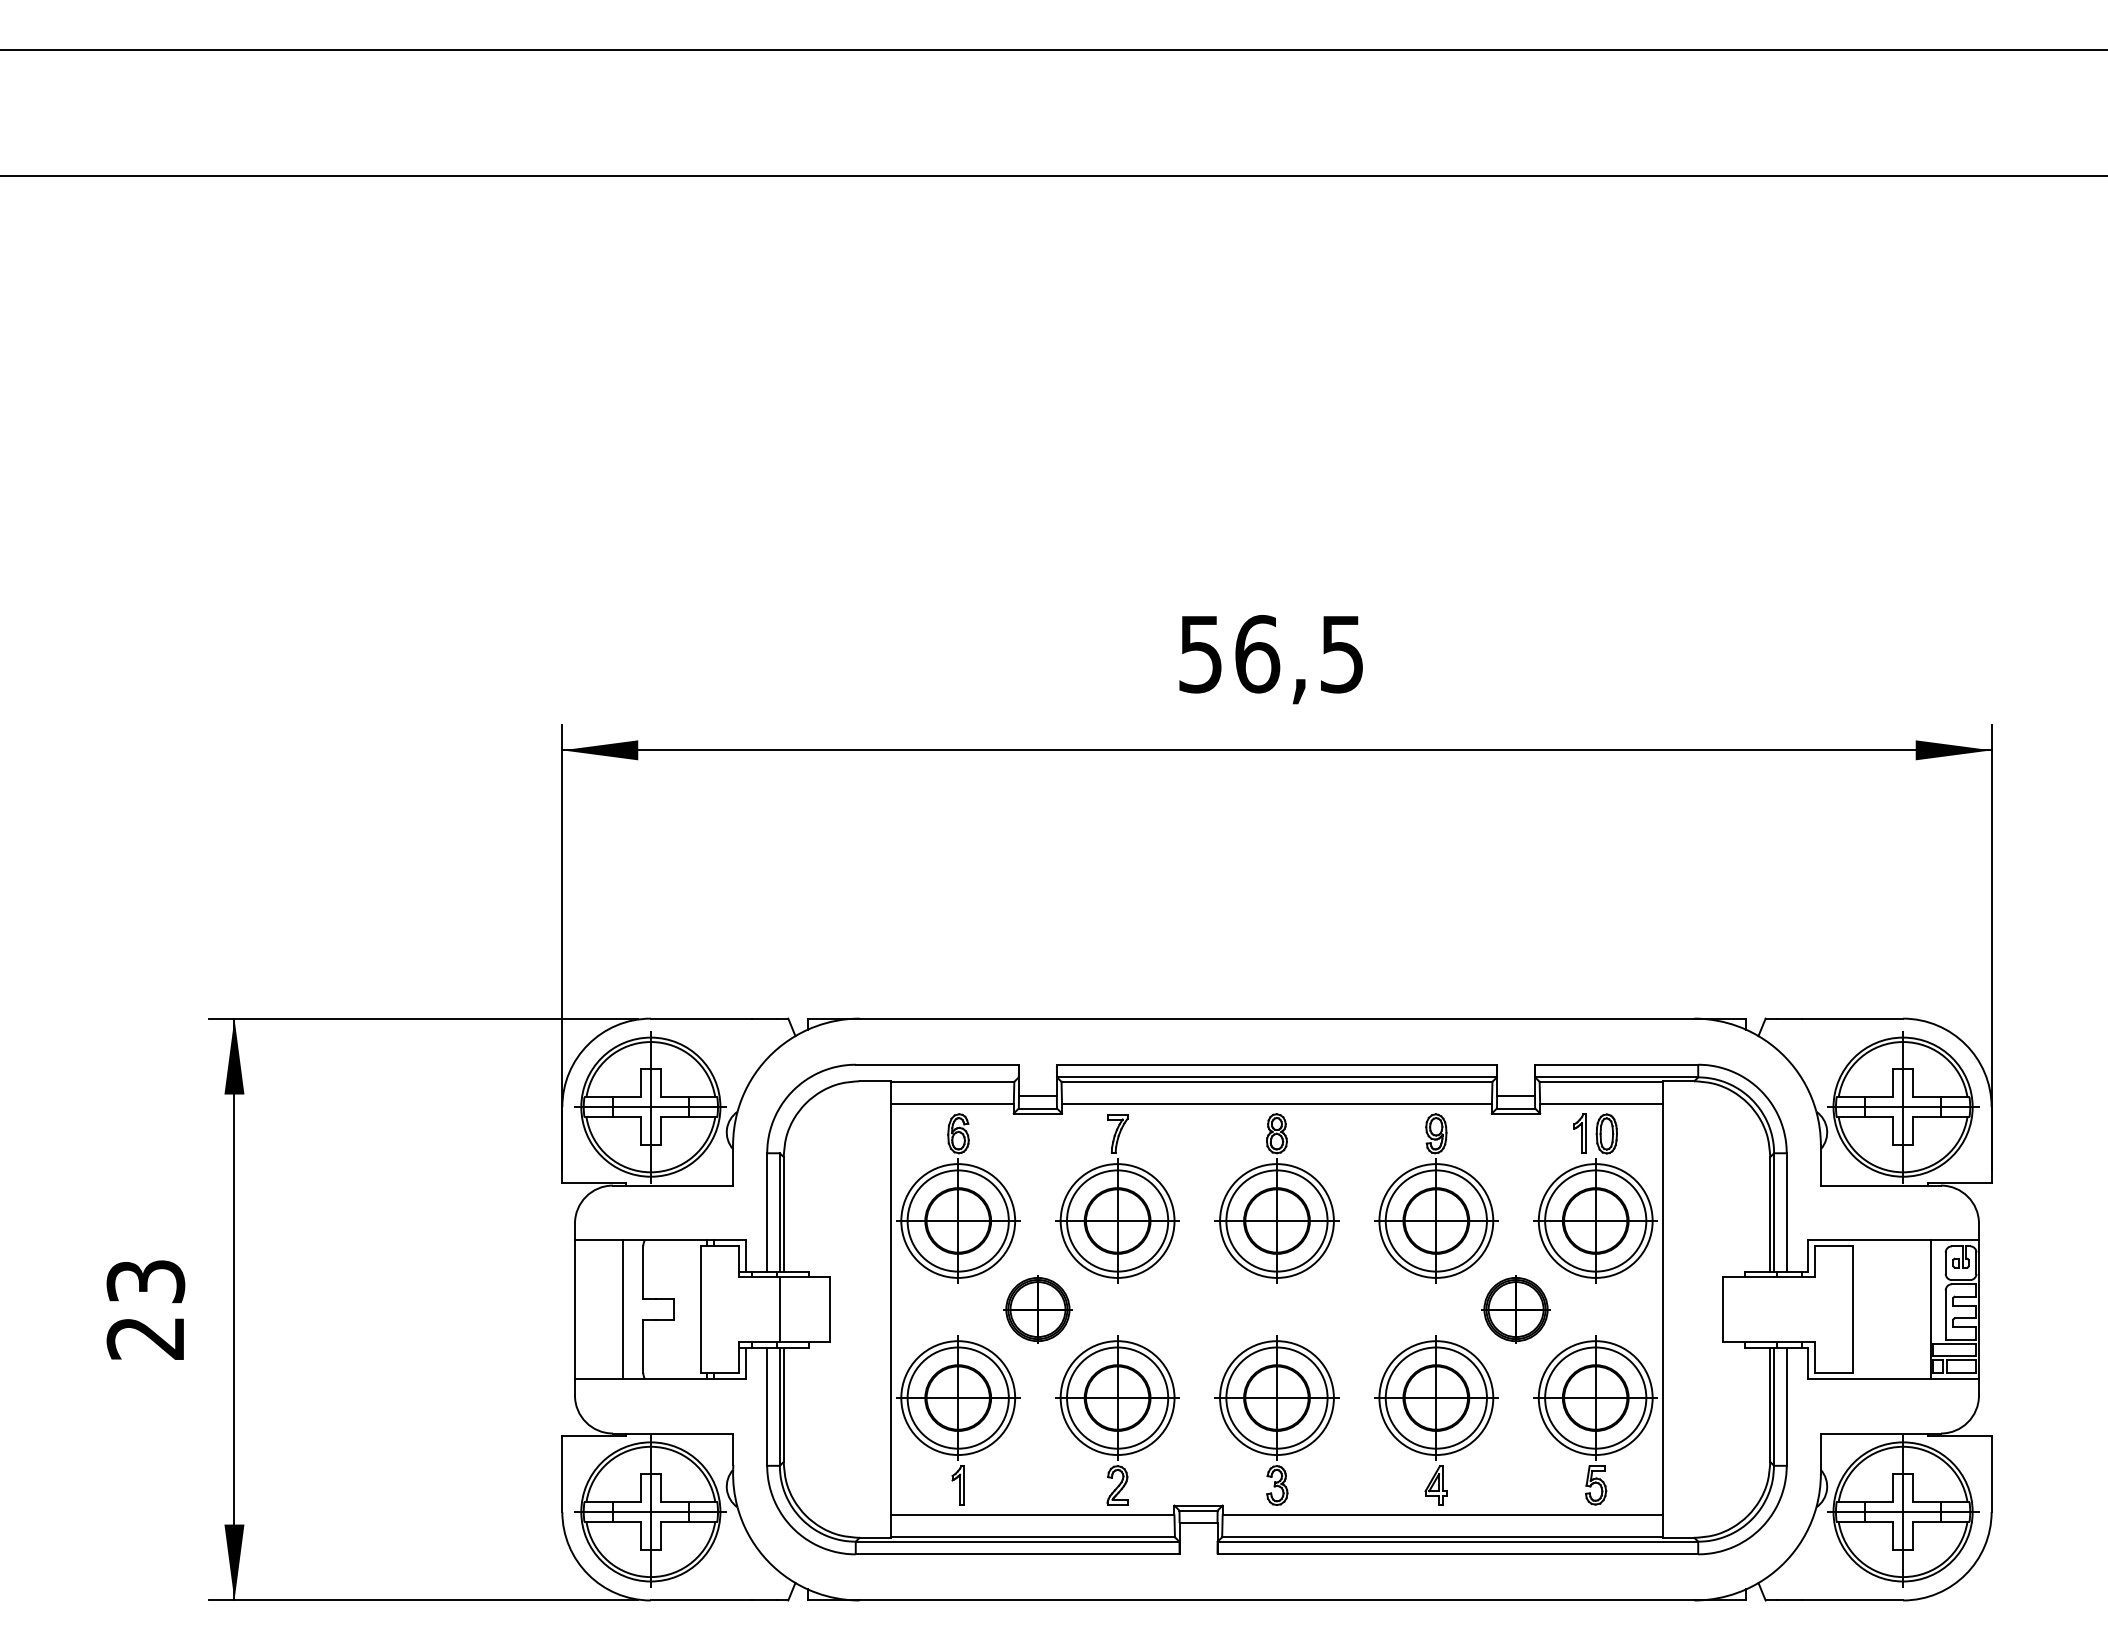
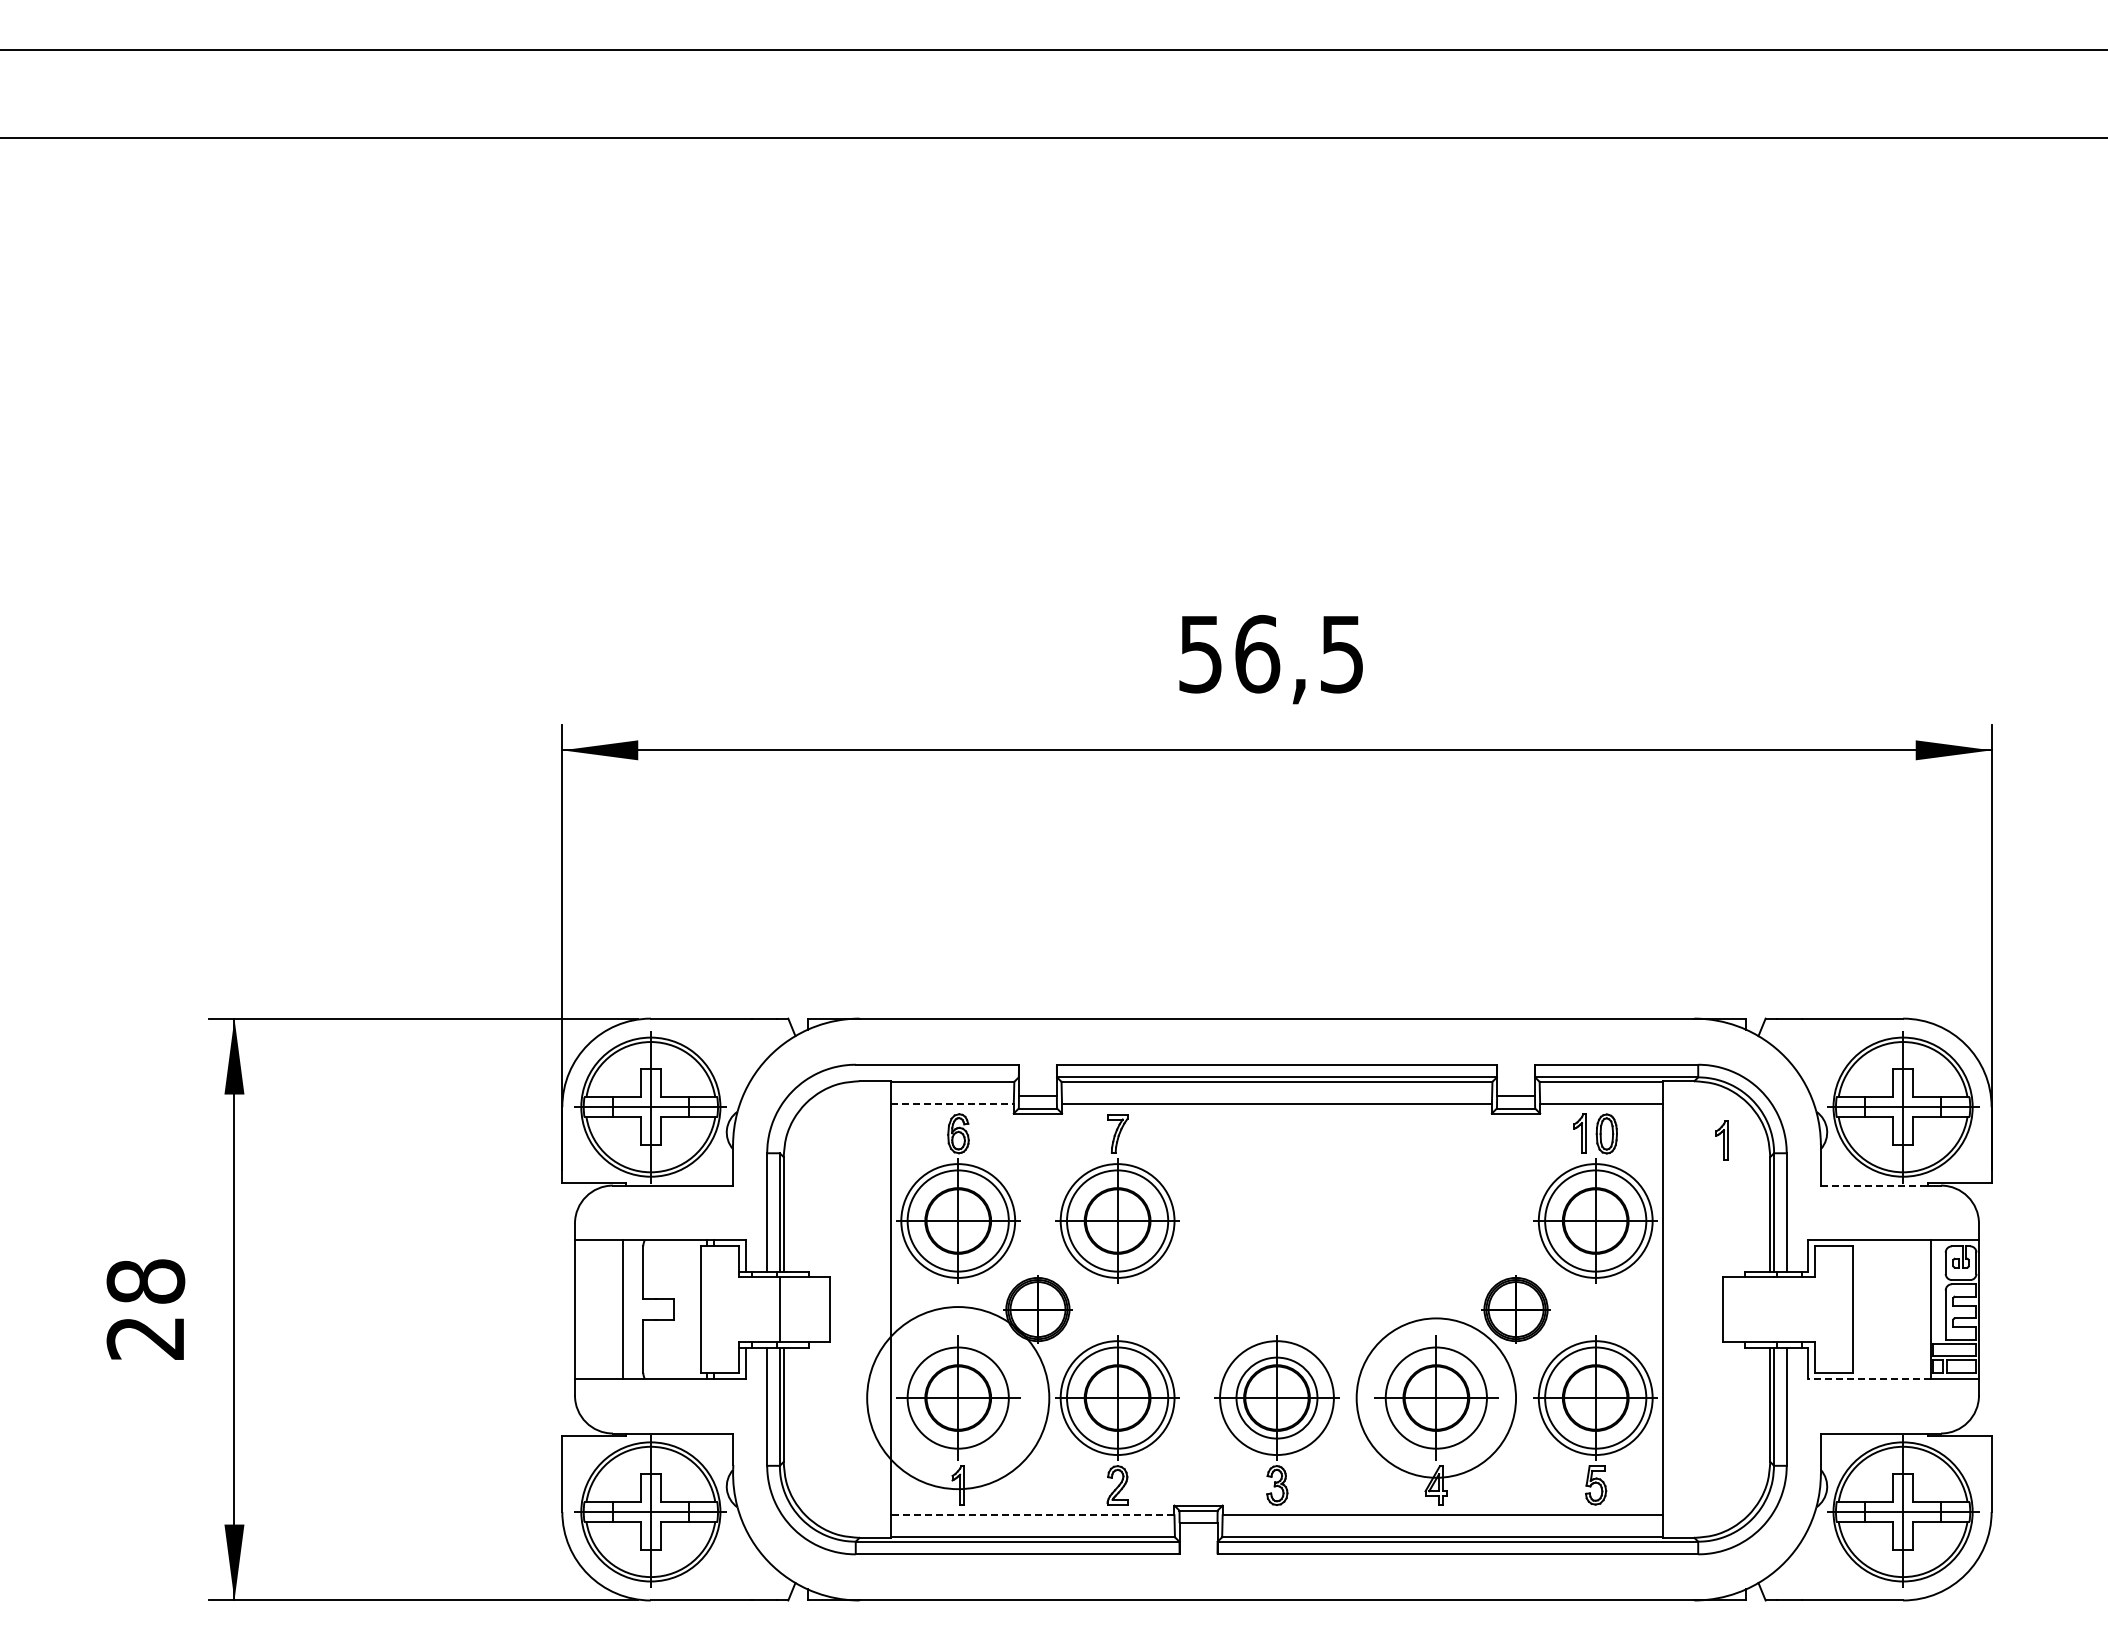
line at (1053, 176) position: (1053, 176) -> (1053, 138)
line at (953, 1103): solid -> dashed
part at (1721, 1140): none -> present
line at (1874, 1185): solid -> dashed
part at (1276, 1198): present -> none
part at (1436, 1198): present -> none
text at (145, 1281): 23 -> 28
line at (1869, 1379): solid -> dashed
circle at (1276, 1397) diameter: 101 px -> 81 px
circle at (958, 1398) diameter: 114 px -> 182 px
circle at (1436, 1398) diameter: 114 px -> 159 px
line at (1032, 1515): solid -> dashed
